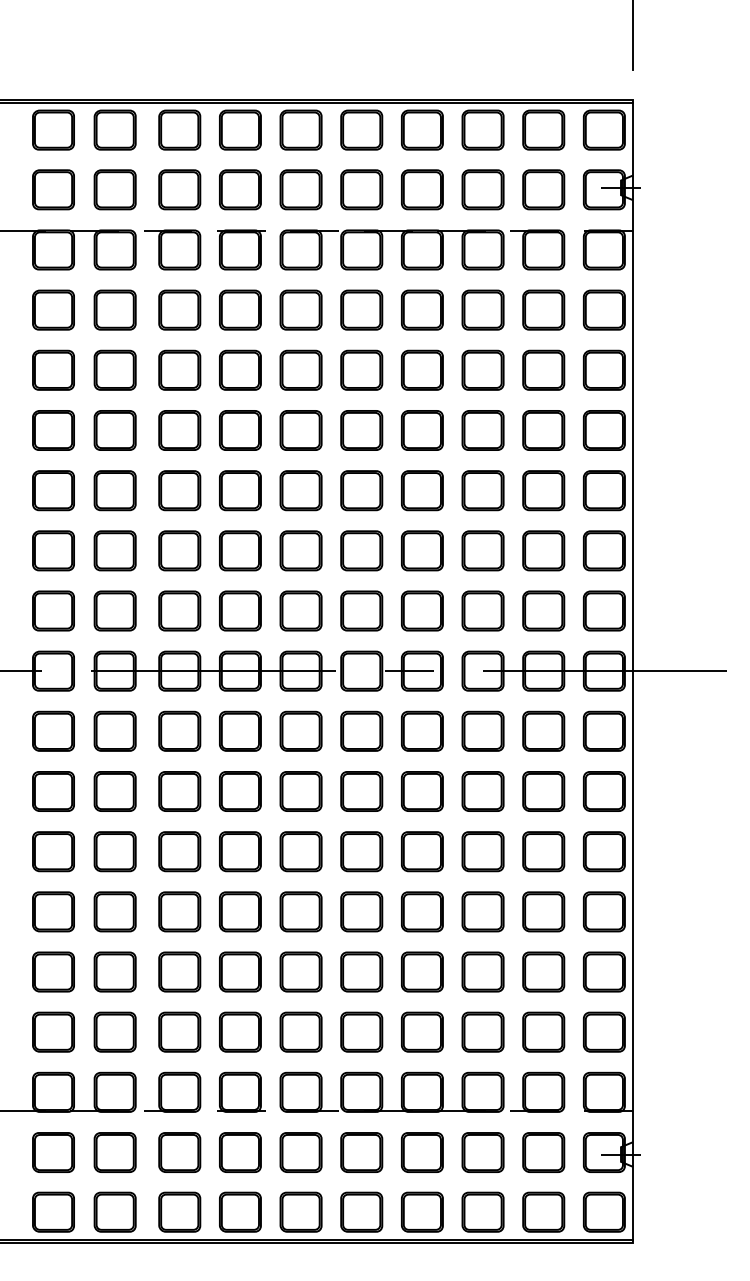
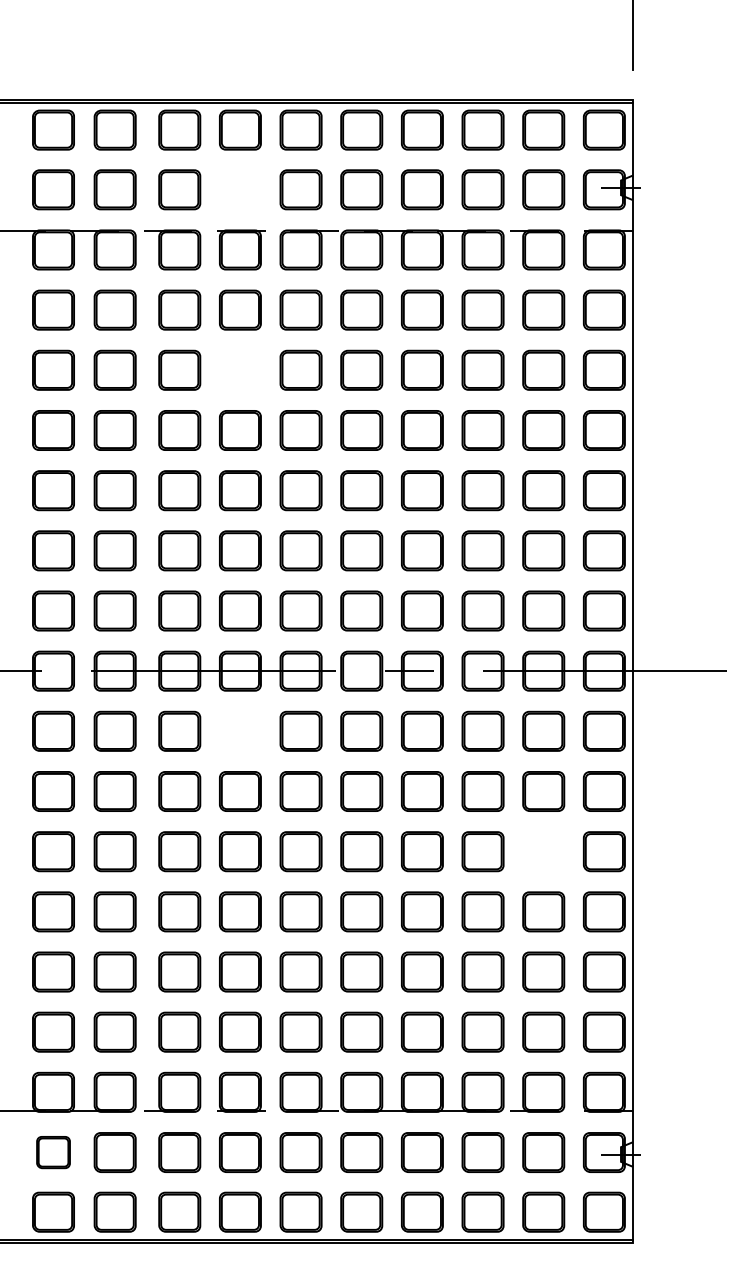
part at (240, 189): present -> none
part at (240, 369): present -> none
part at (240, 730): present -> none
part at (543, 851): present -> none
part at (53, 1152) size: 43x41 px -> 35x34 px
